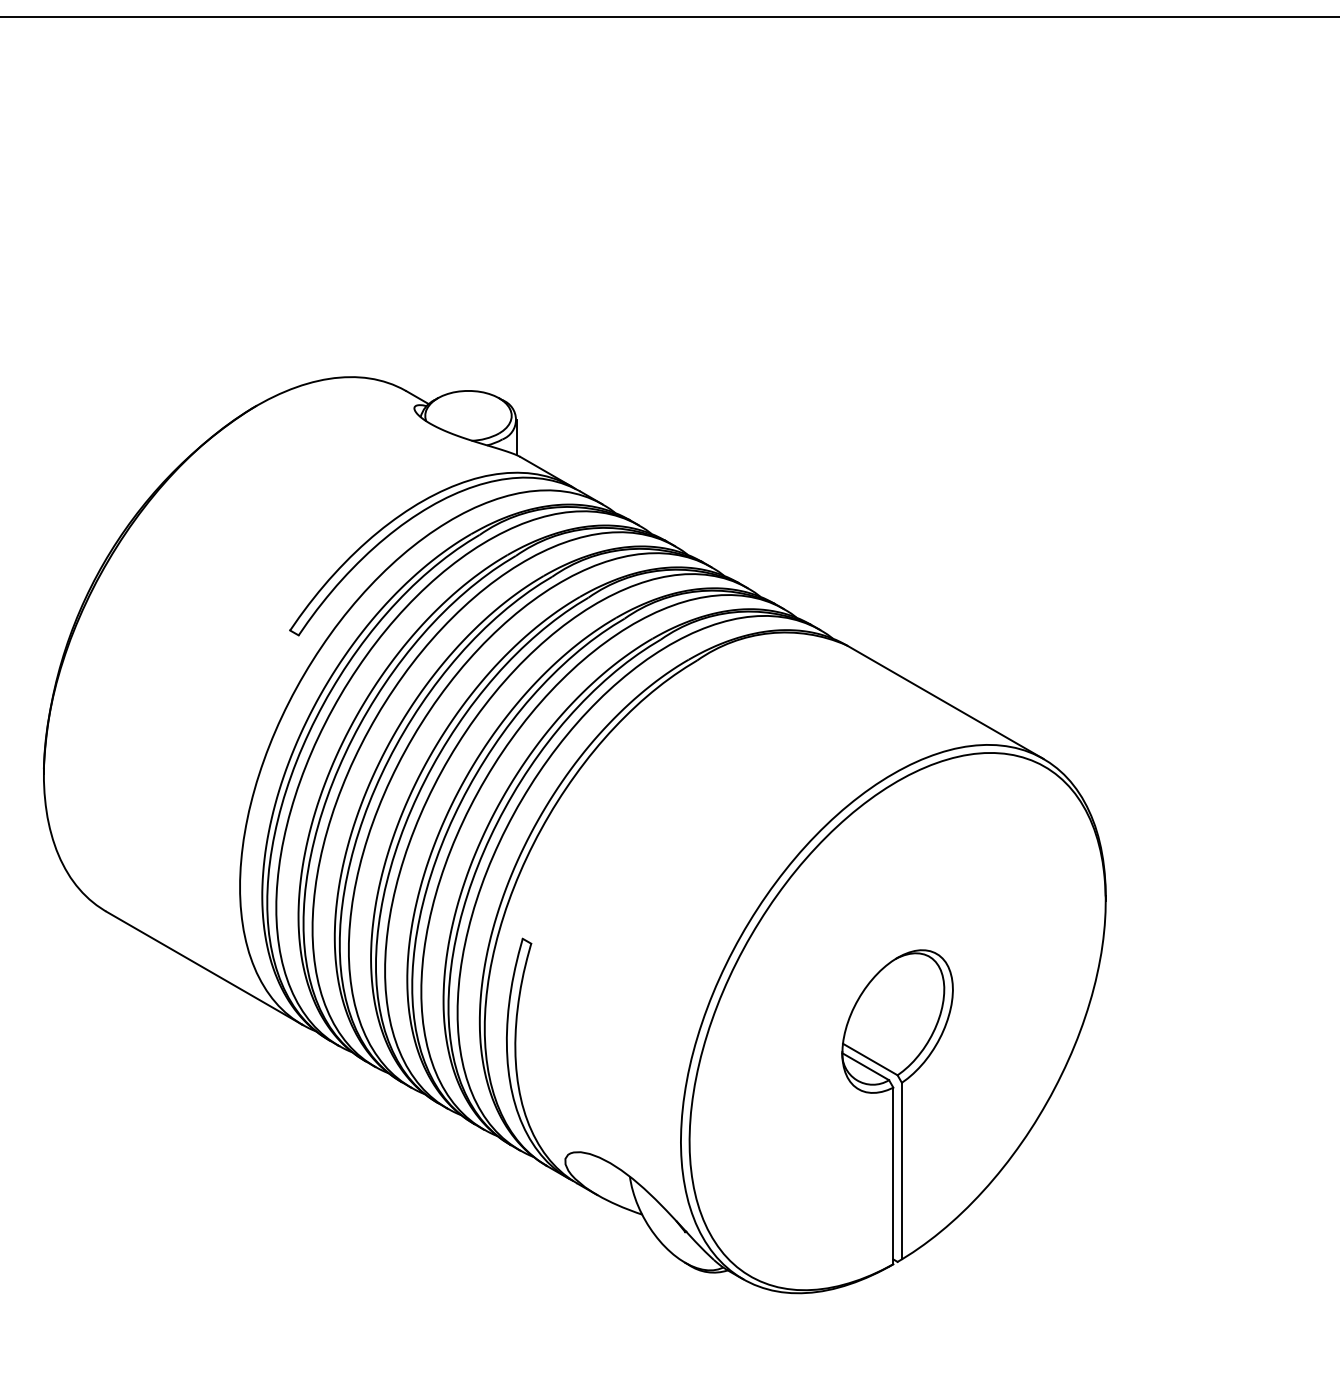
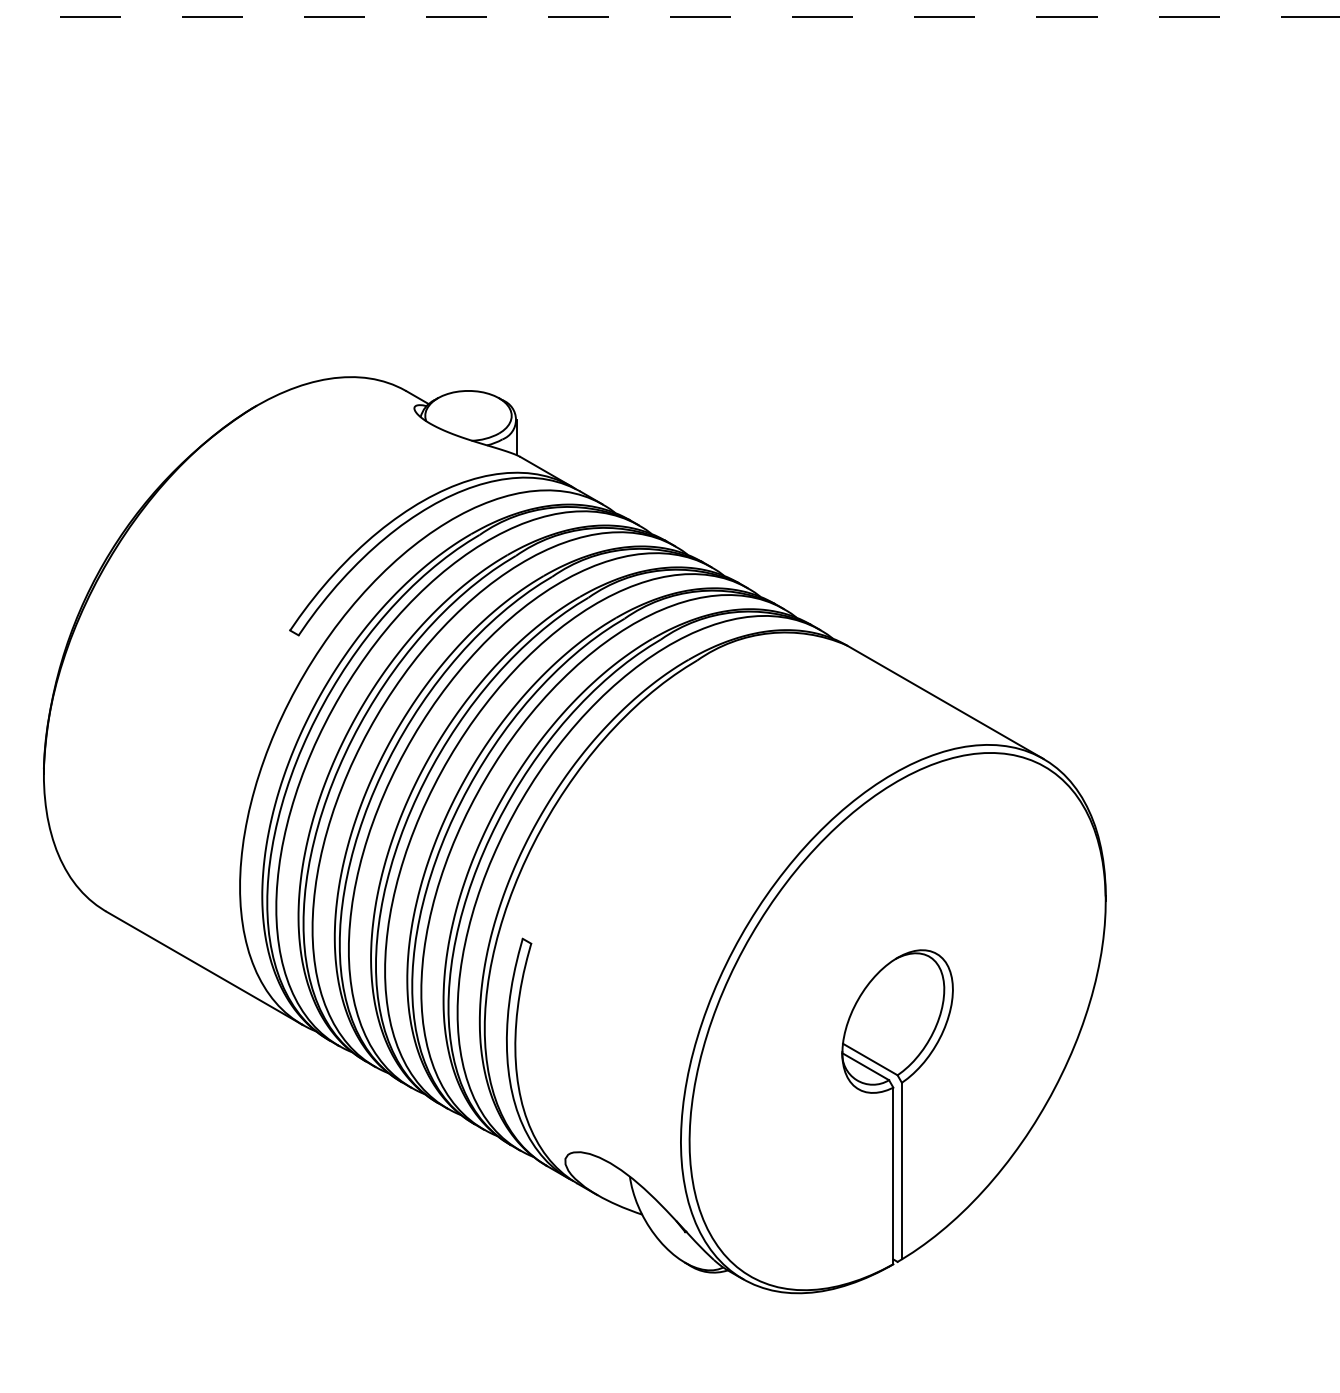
line at (669, 17): solid -> dashed
